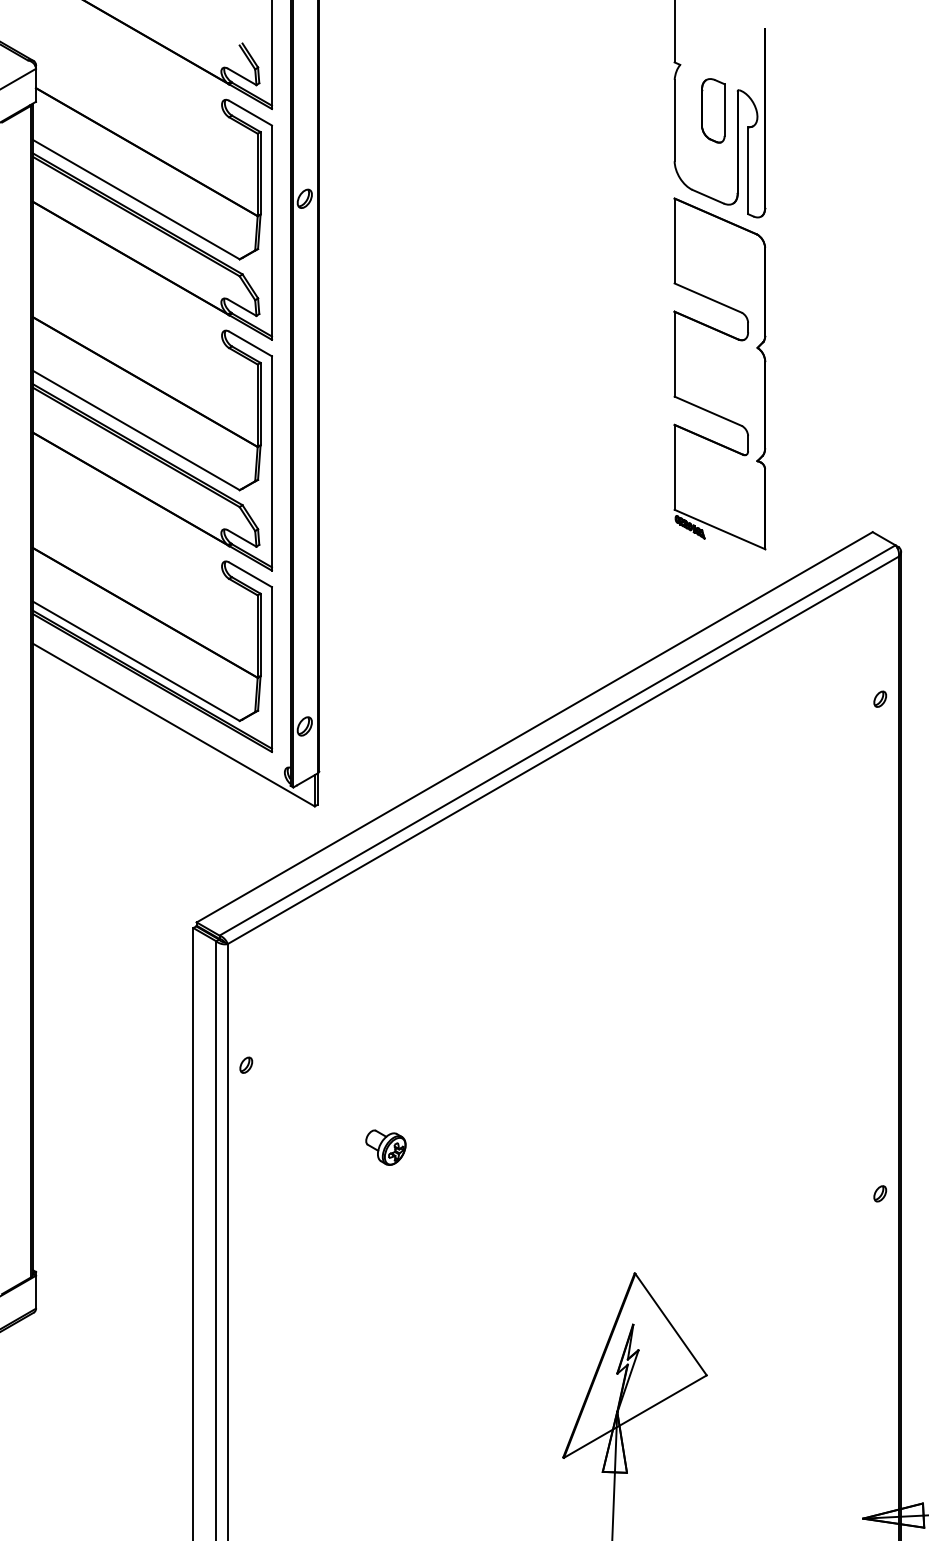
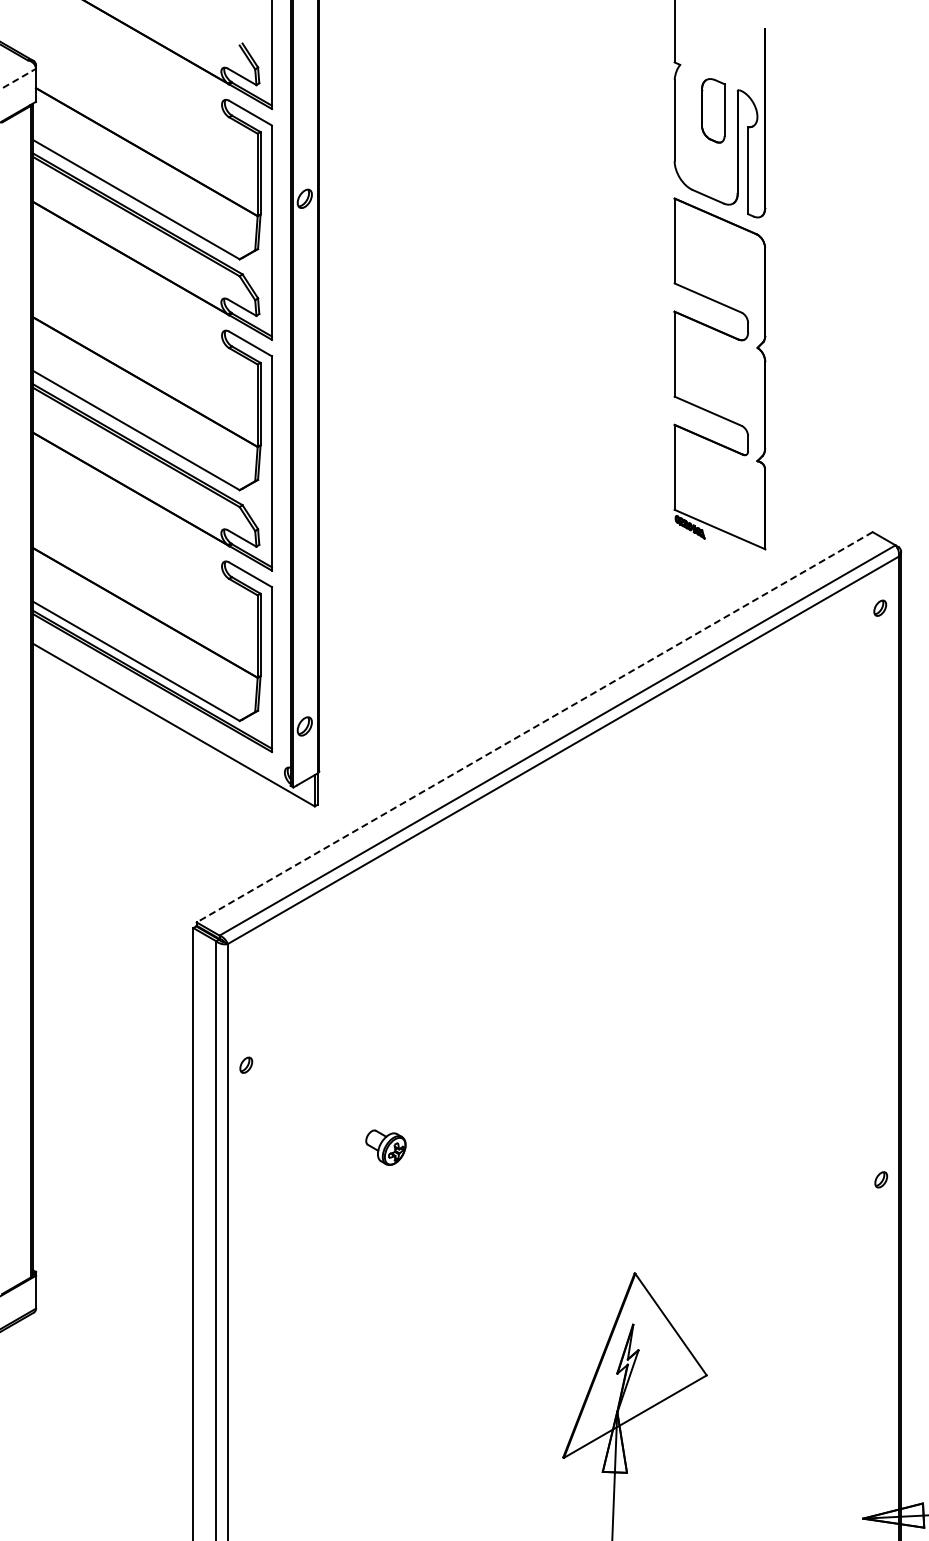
line at (18, 78): solid -> dashed
part at (880, 698) position: (880, 698) -> (880, 607)
line at (534, 727): solid -> dashed
part at (880, 1193) position: (880, 1193) -> (881, 1179)
